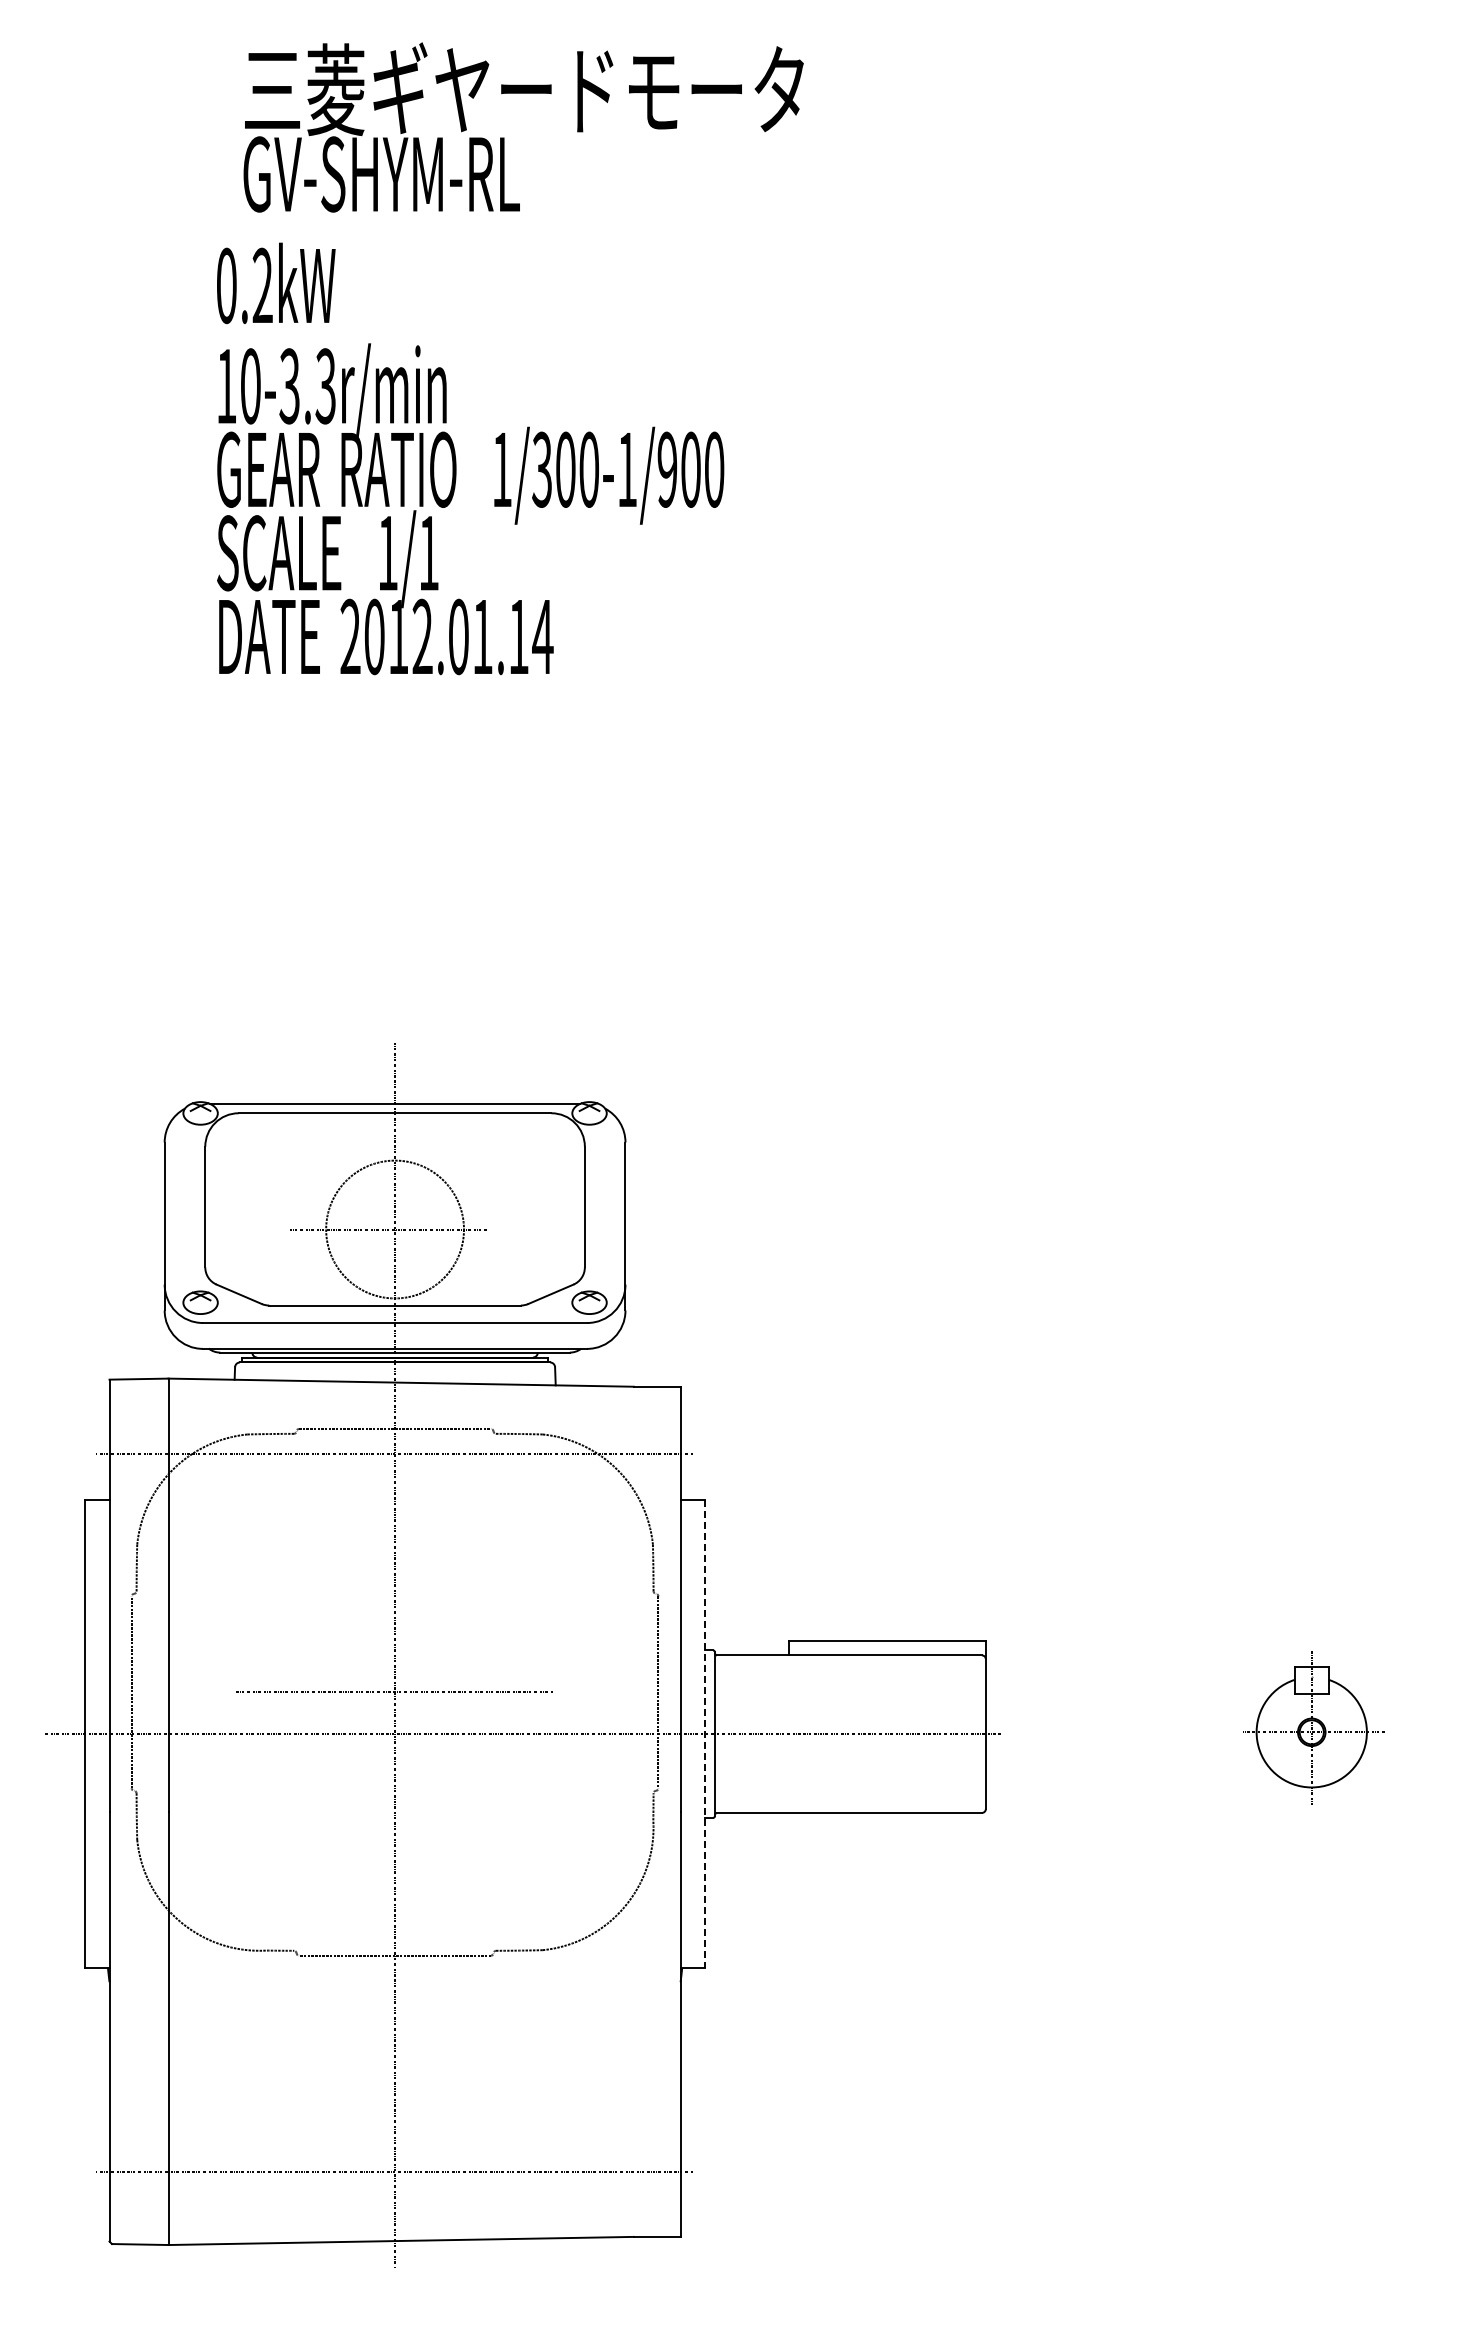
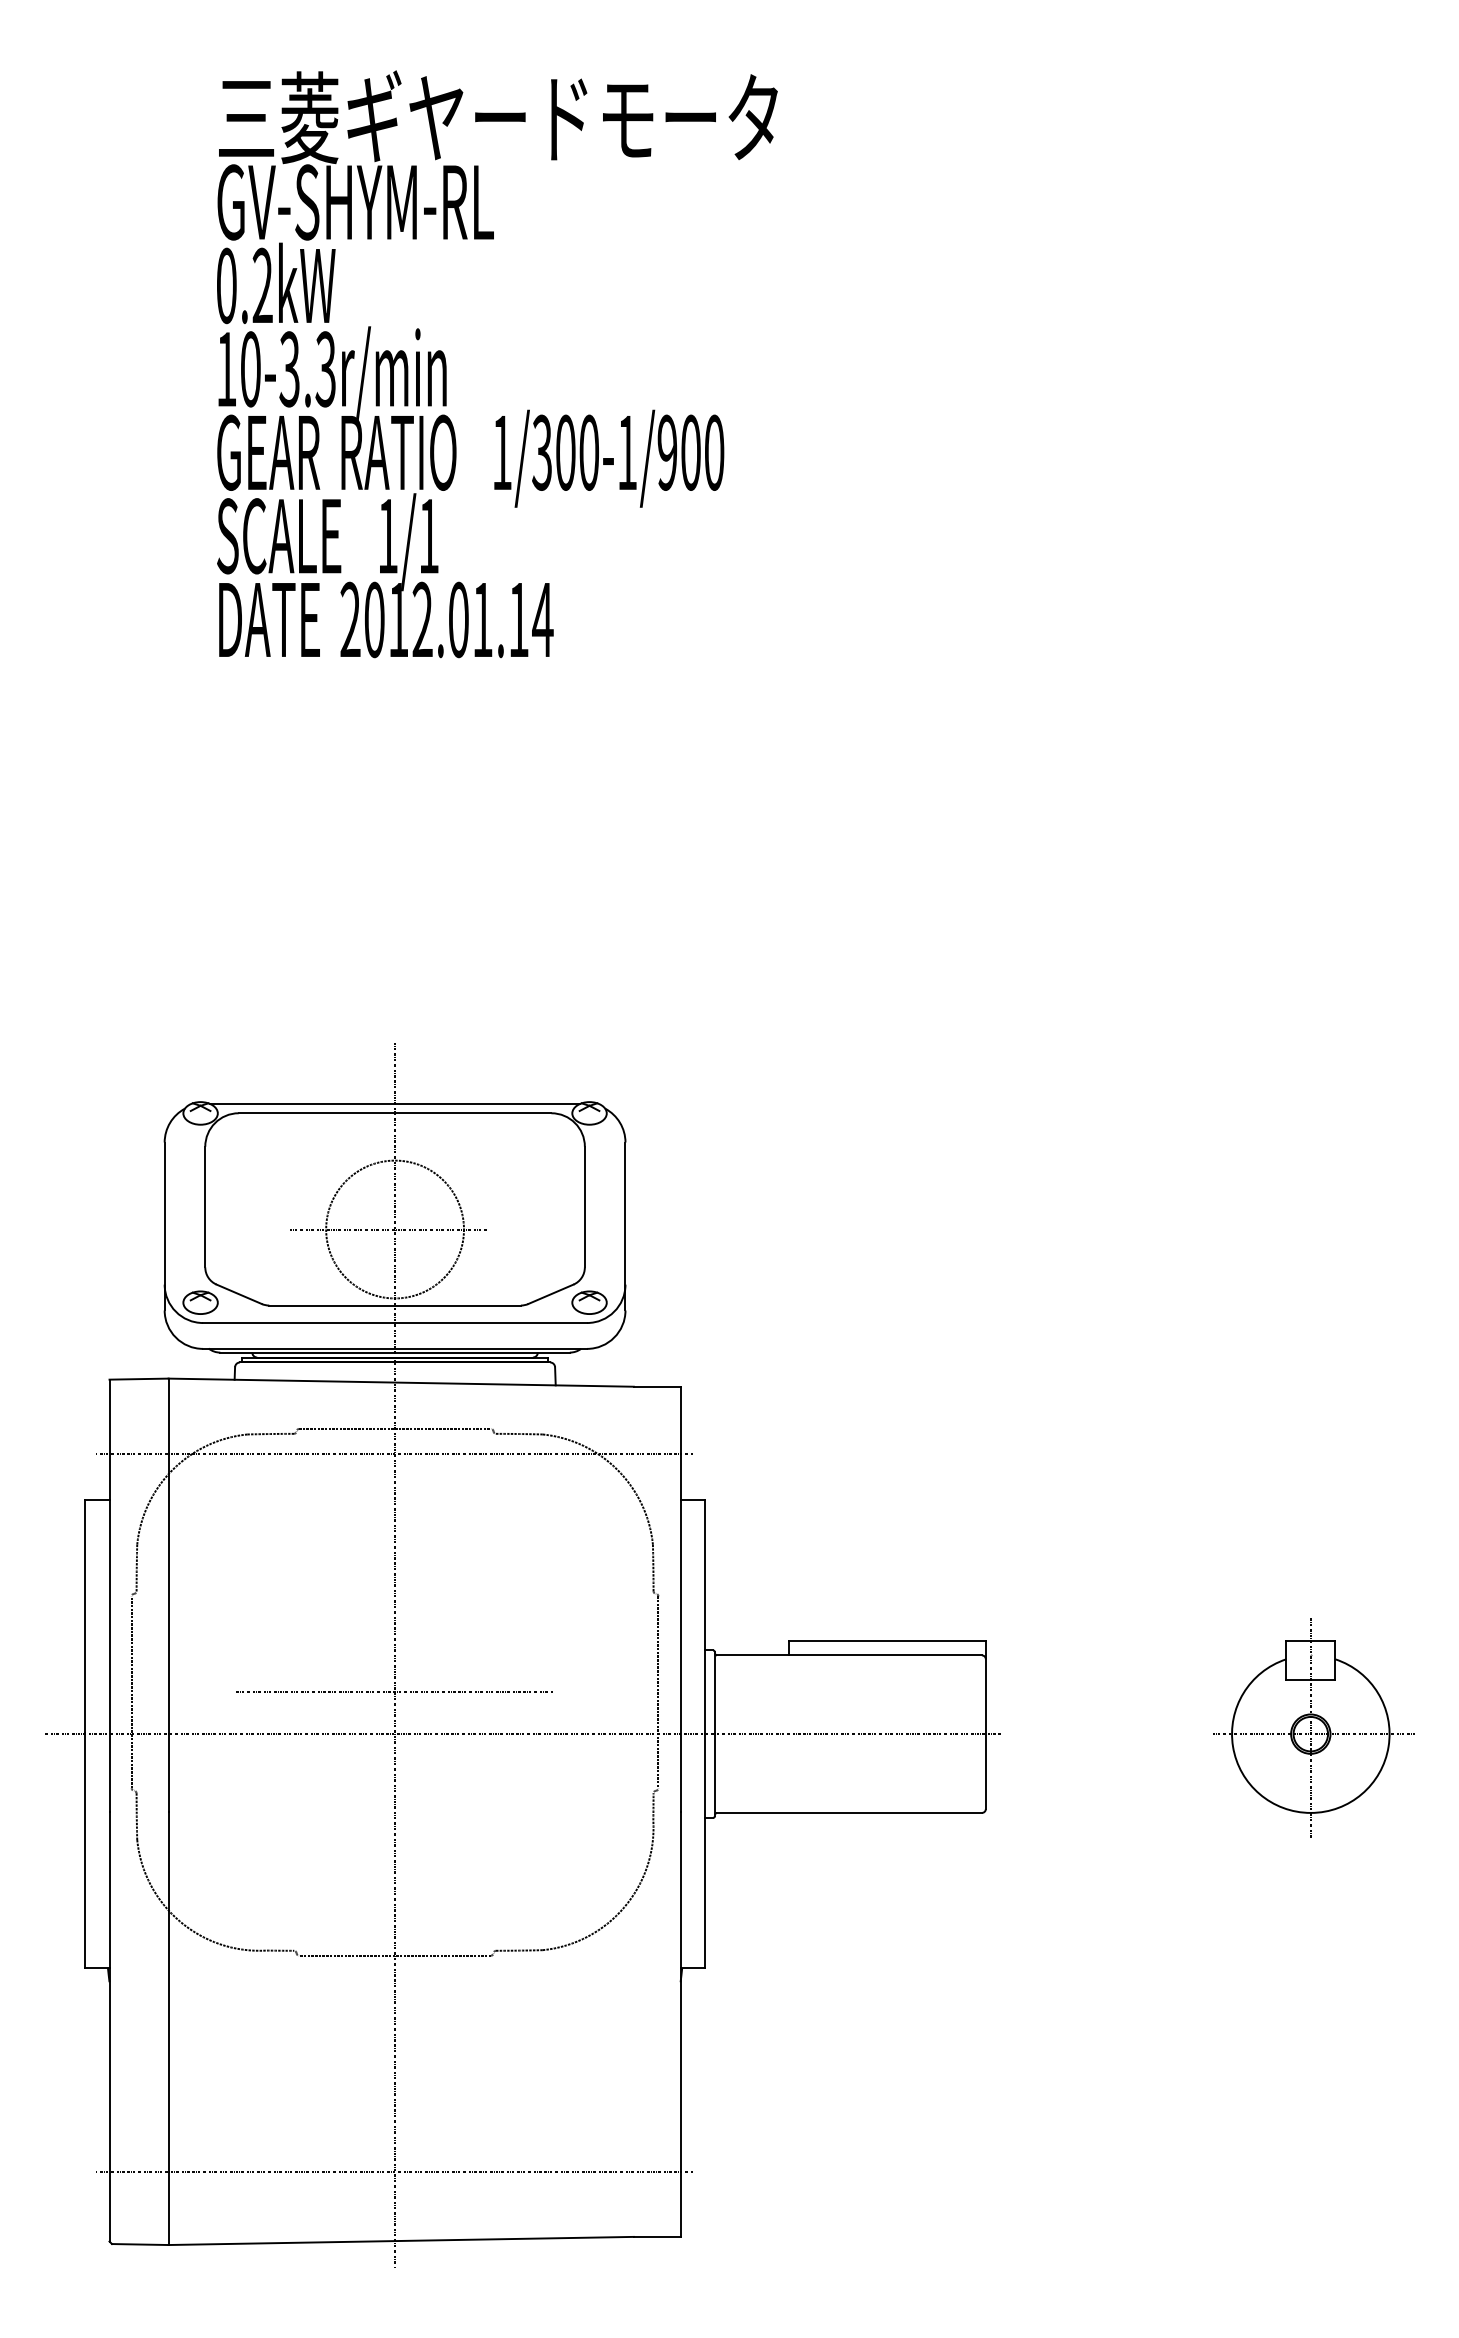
text at (523, 127) position: (523, 127) -> (497, 155)
text at (470, 509) position: (470, 509) -> (470, 492)
part at (1313, 1727) size: 142x154 px -> 202x220 px
line at (705, 1734): dashed -> solid
